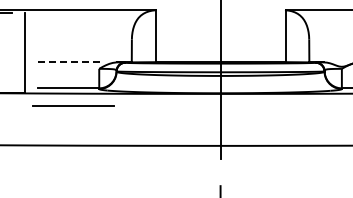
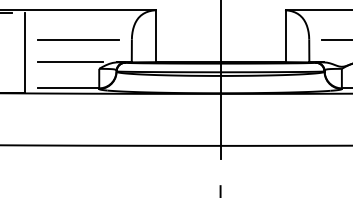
line at (335, 39): none -> present
line at (70, 62): dashed -> solid
line at (73, 105) position: (73, 105) -> (78, 39)
